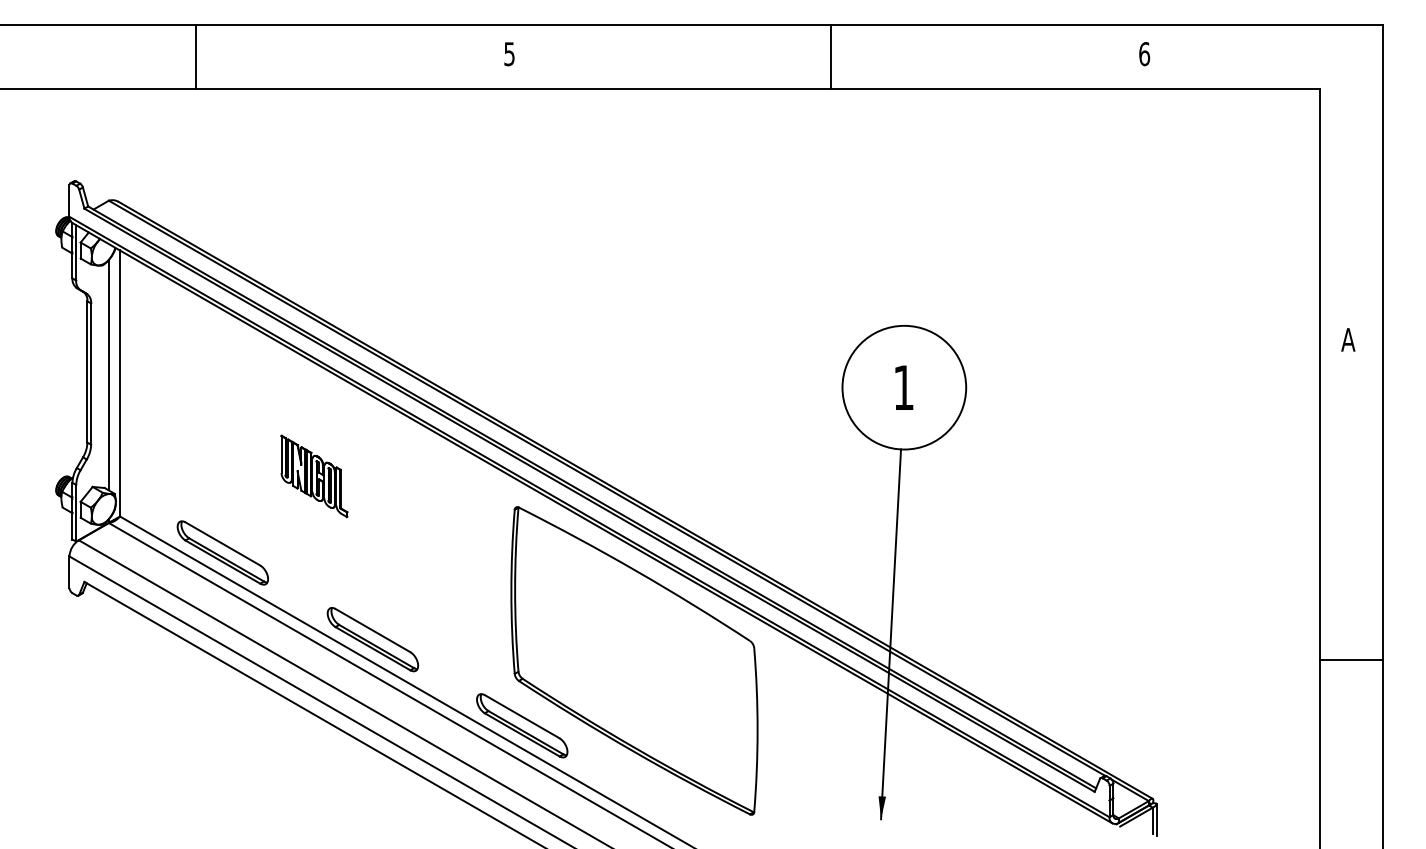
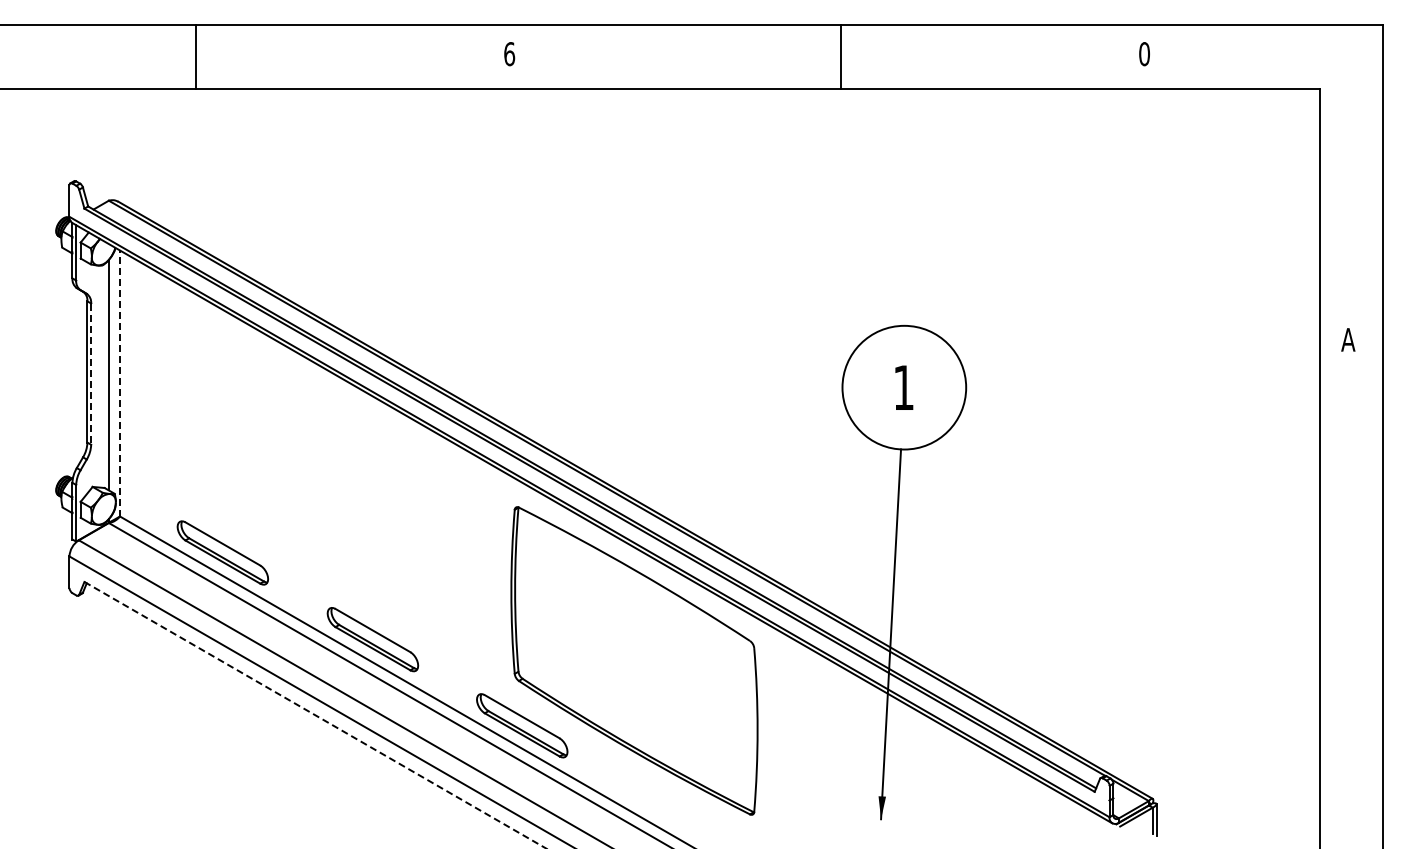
text at (1144, 53): 6 -> 0
text at (509, 54): 5 -> 6
line at (830, 56) position: (830, 56) -> (840, 56)
line at (91, 374): solid -> dashed
line at (120, 383): solid -> dashed
part at (314, 475): present -> none
line at (1351, 660): present -> none
line at (315, 715): solid -> dashed
